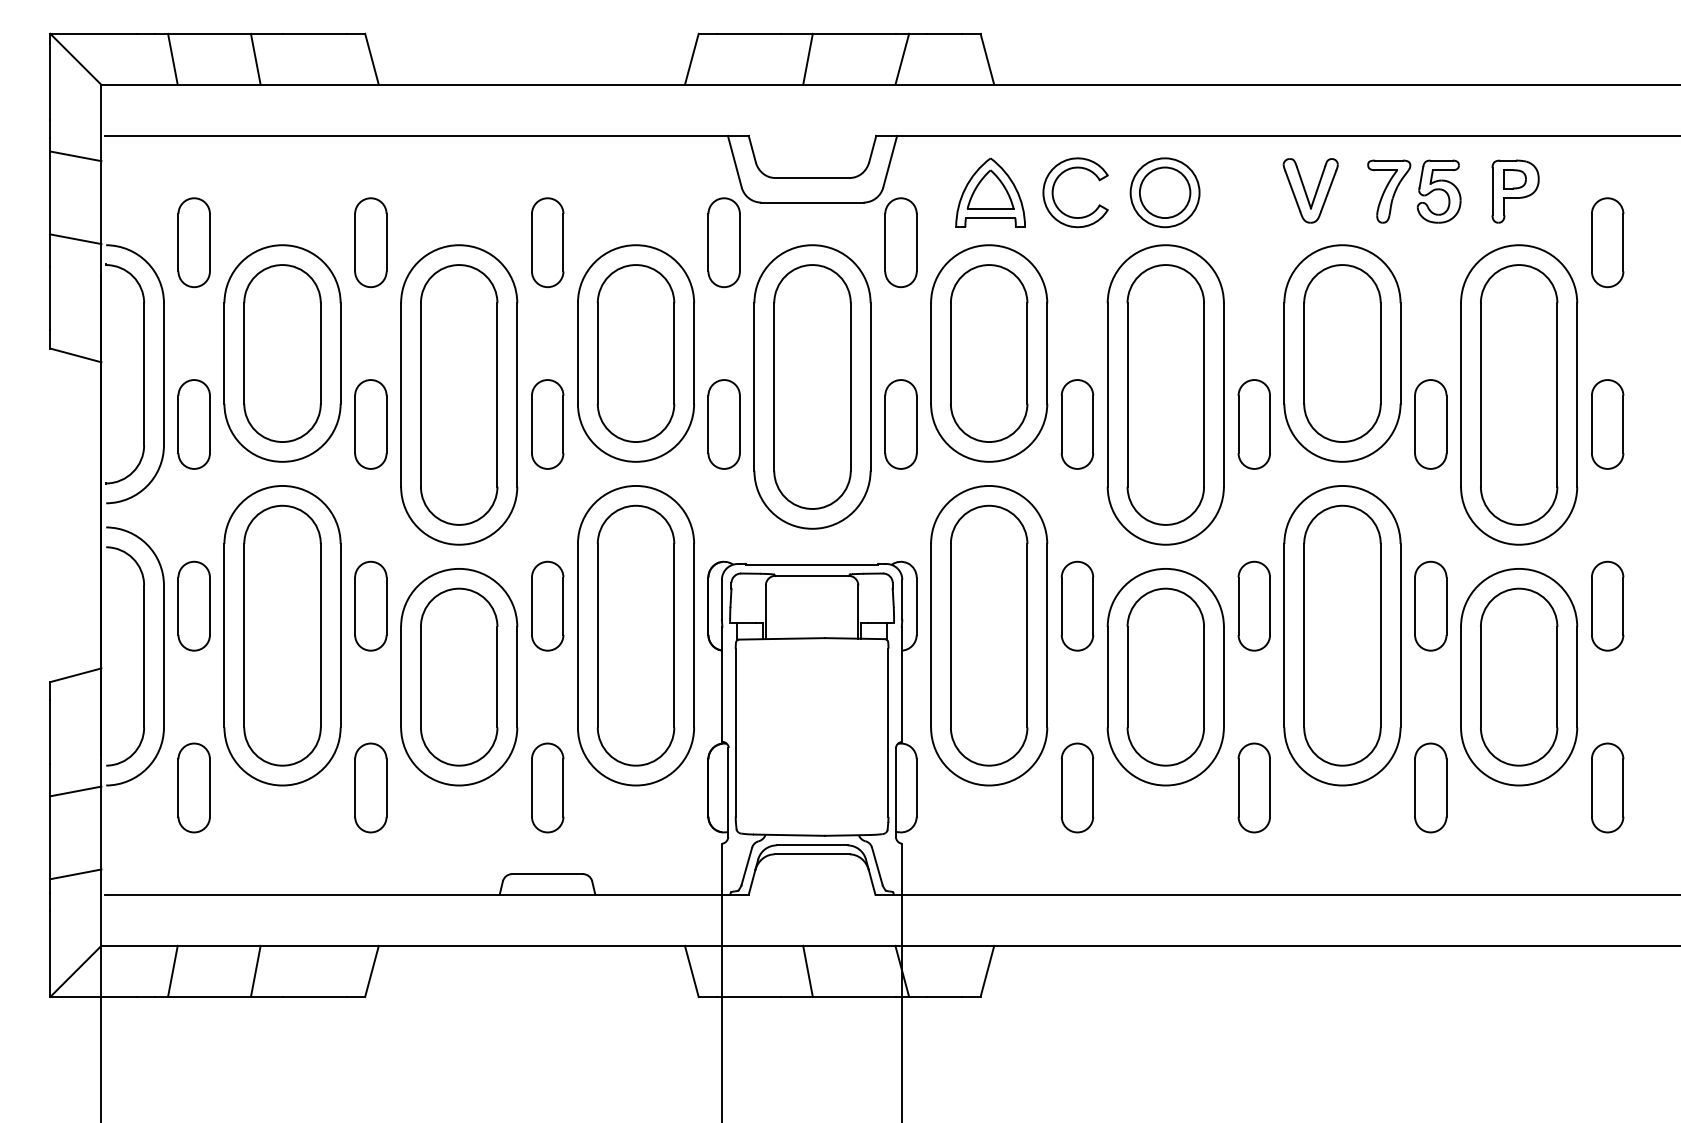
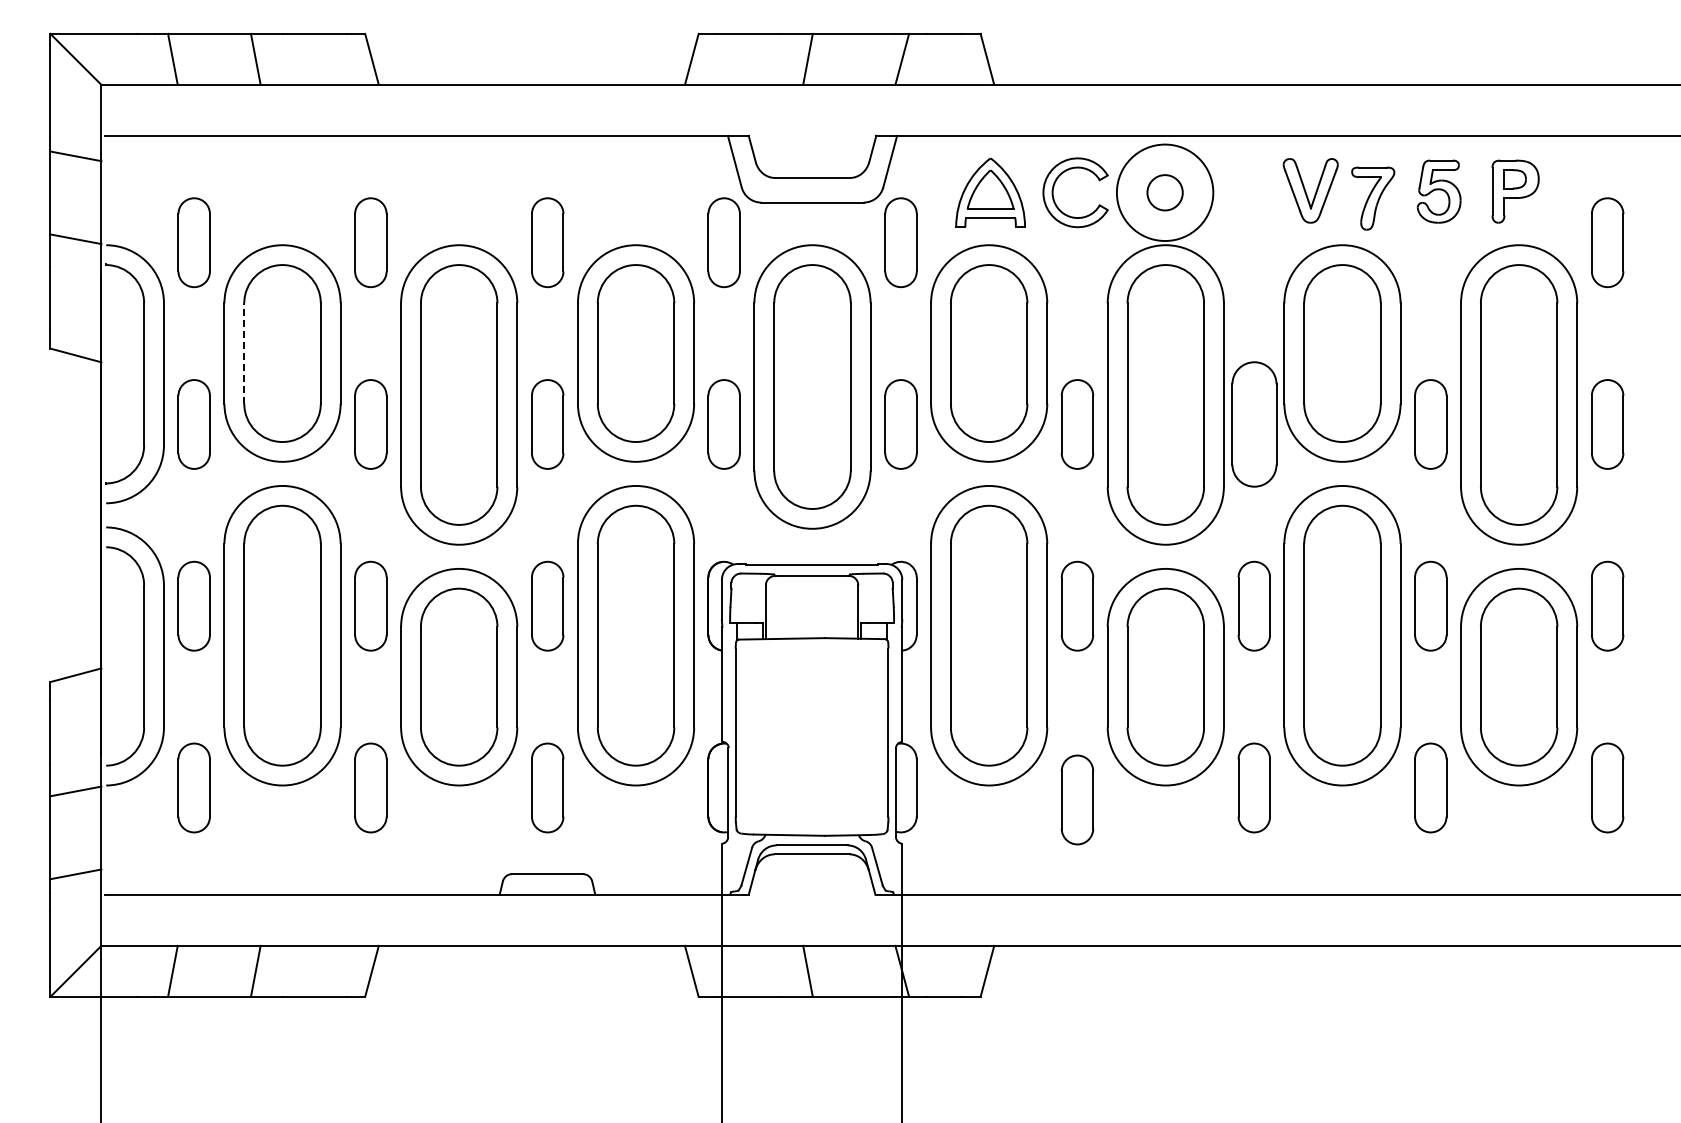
part at (1389, 191) position: (1389, 191) -> (1373, 198)
circle at (1164, 192) diameter: 51 px -> 35 px
circle at (1164, 192) diameter: 69 px -> 96 px
line at (244, 353): solid -> dashed
part at (1253, 424) size: 34x91 px -> 47x127 px
part at (1077, 787) position: (1077, 787) -> (1077, 799)
